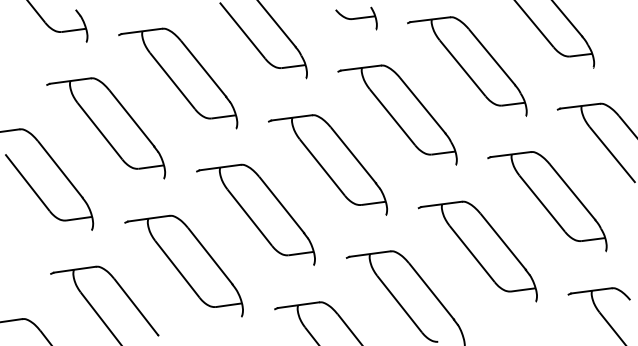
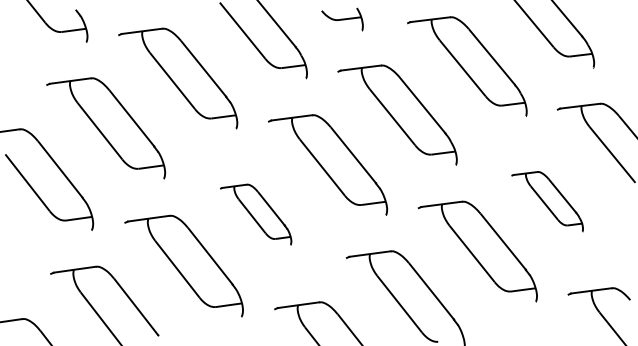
part at (356, 18) position: (356, 18) -> (342, 19)
part at (547, 201) size: 121x102 px -> 73x62 px
part at (255, 214) size: 120x103 px -> 73x63 px
